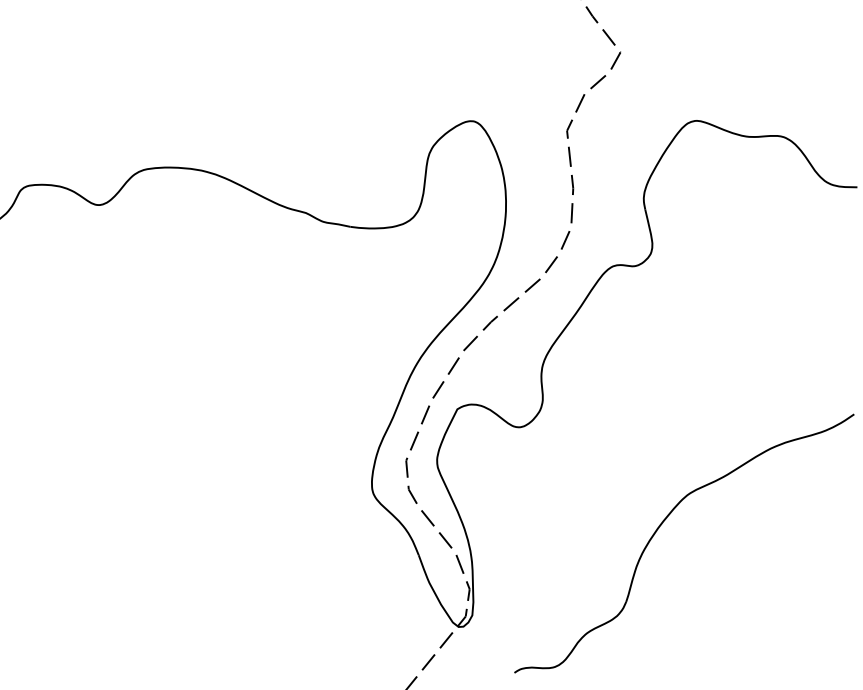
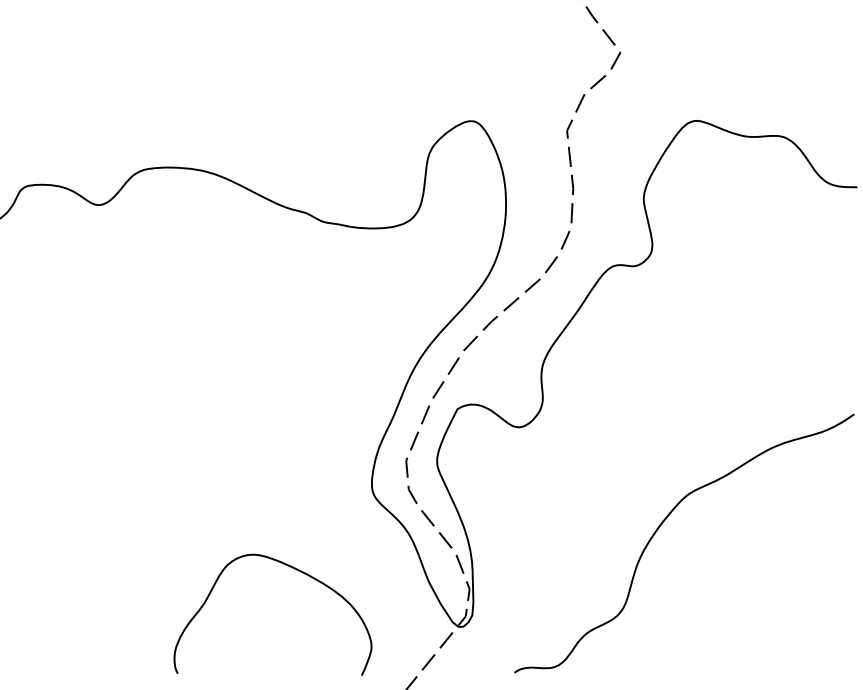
curve at (294, 569): none -> present
